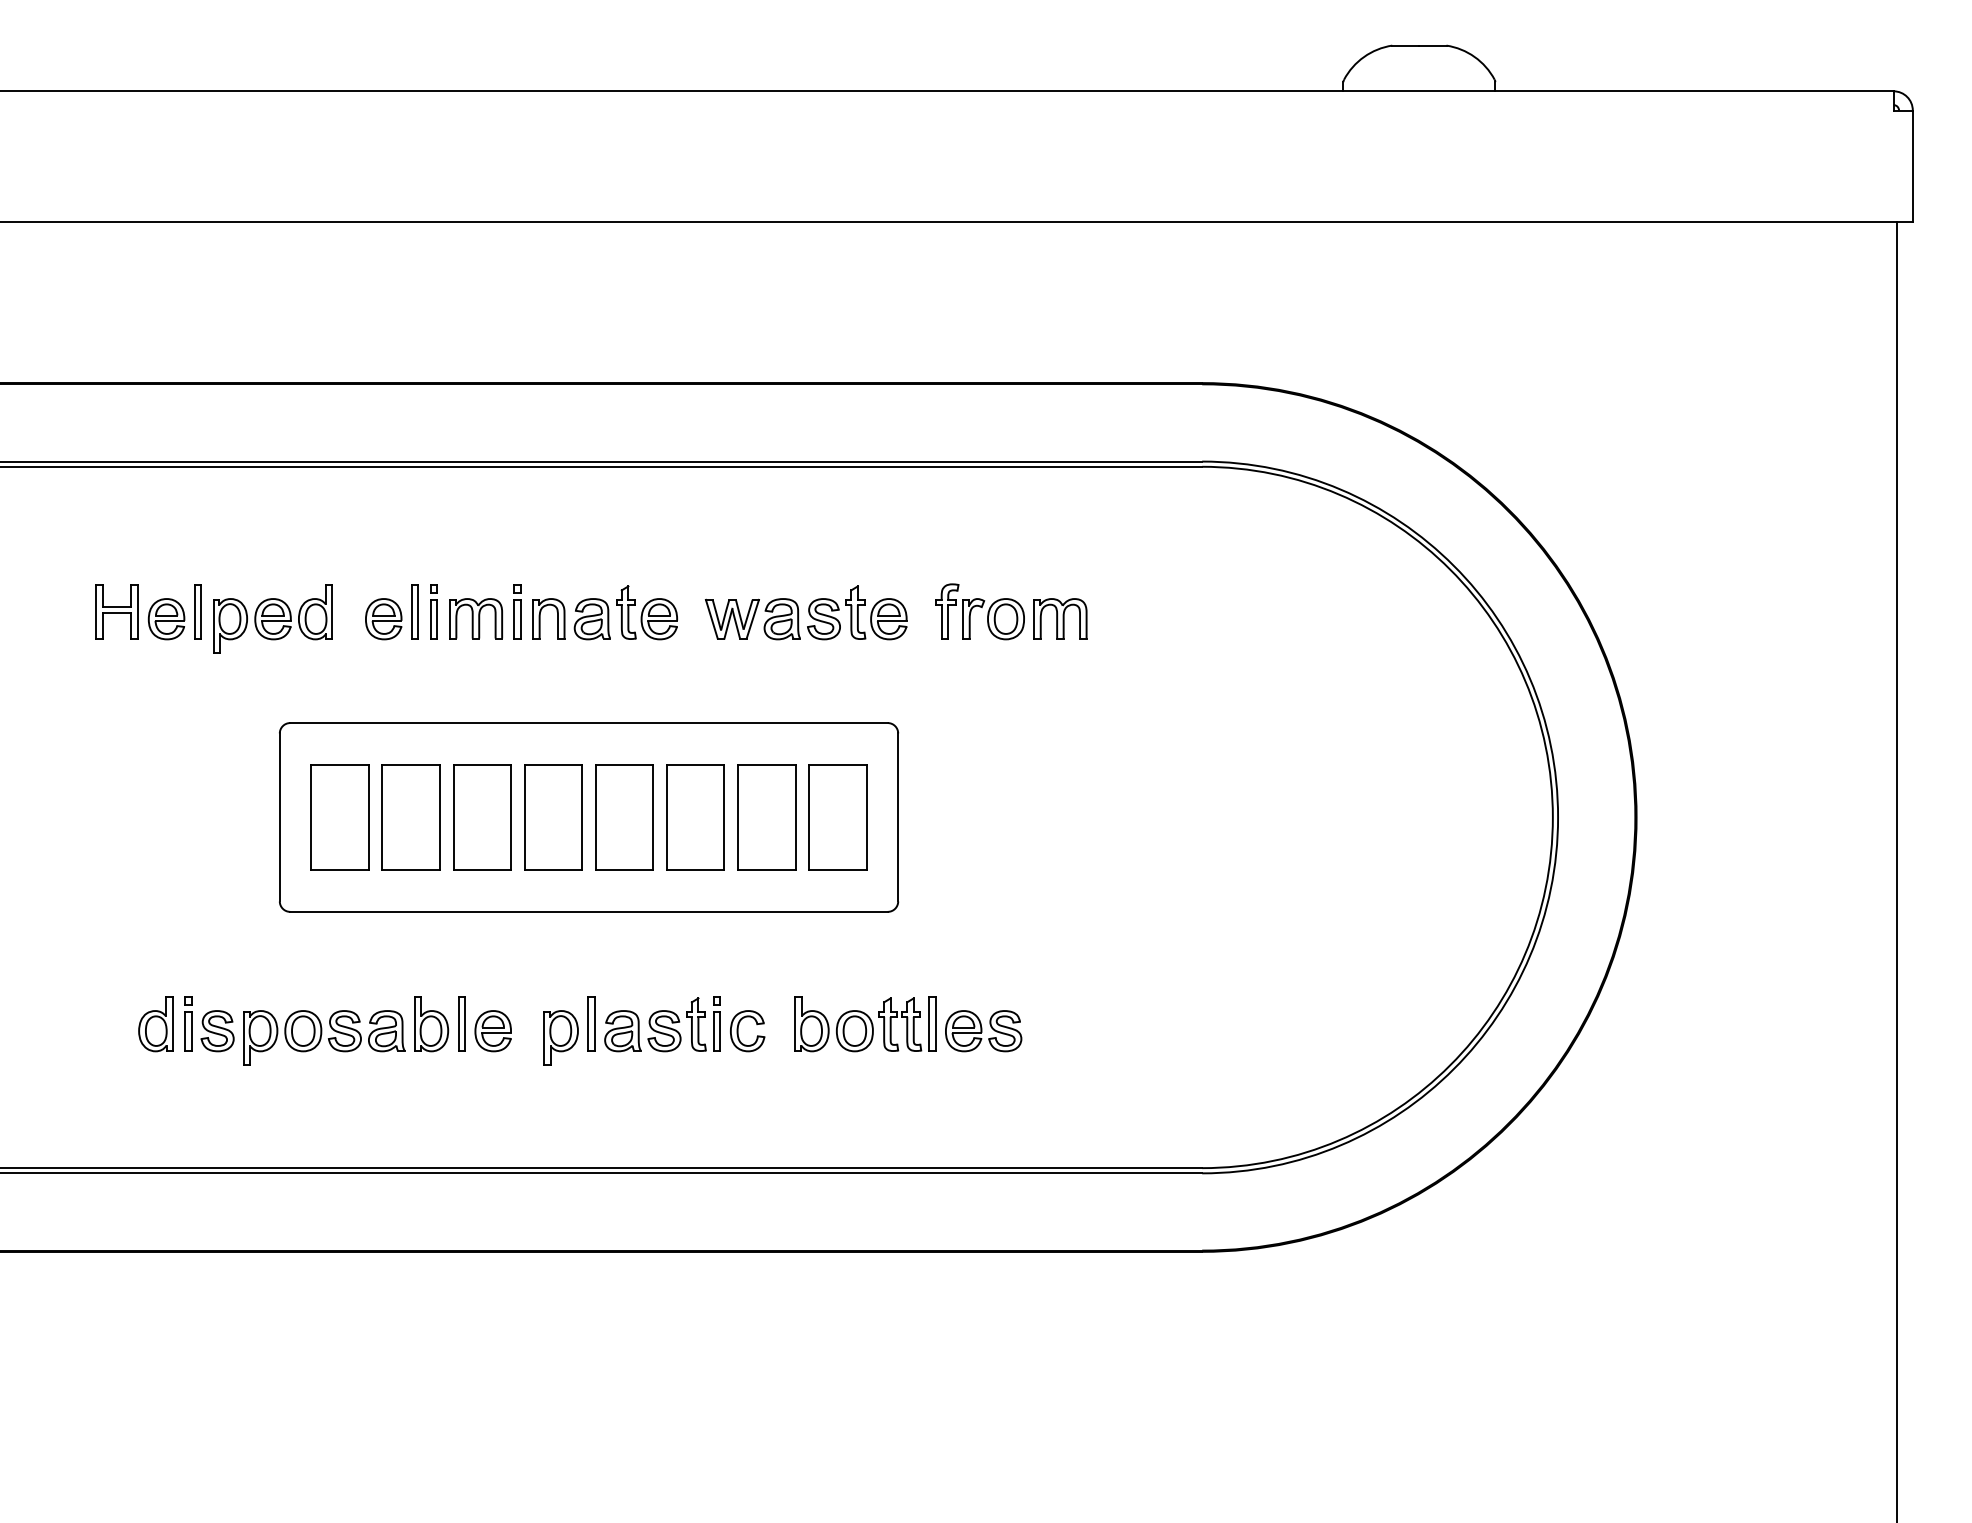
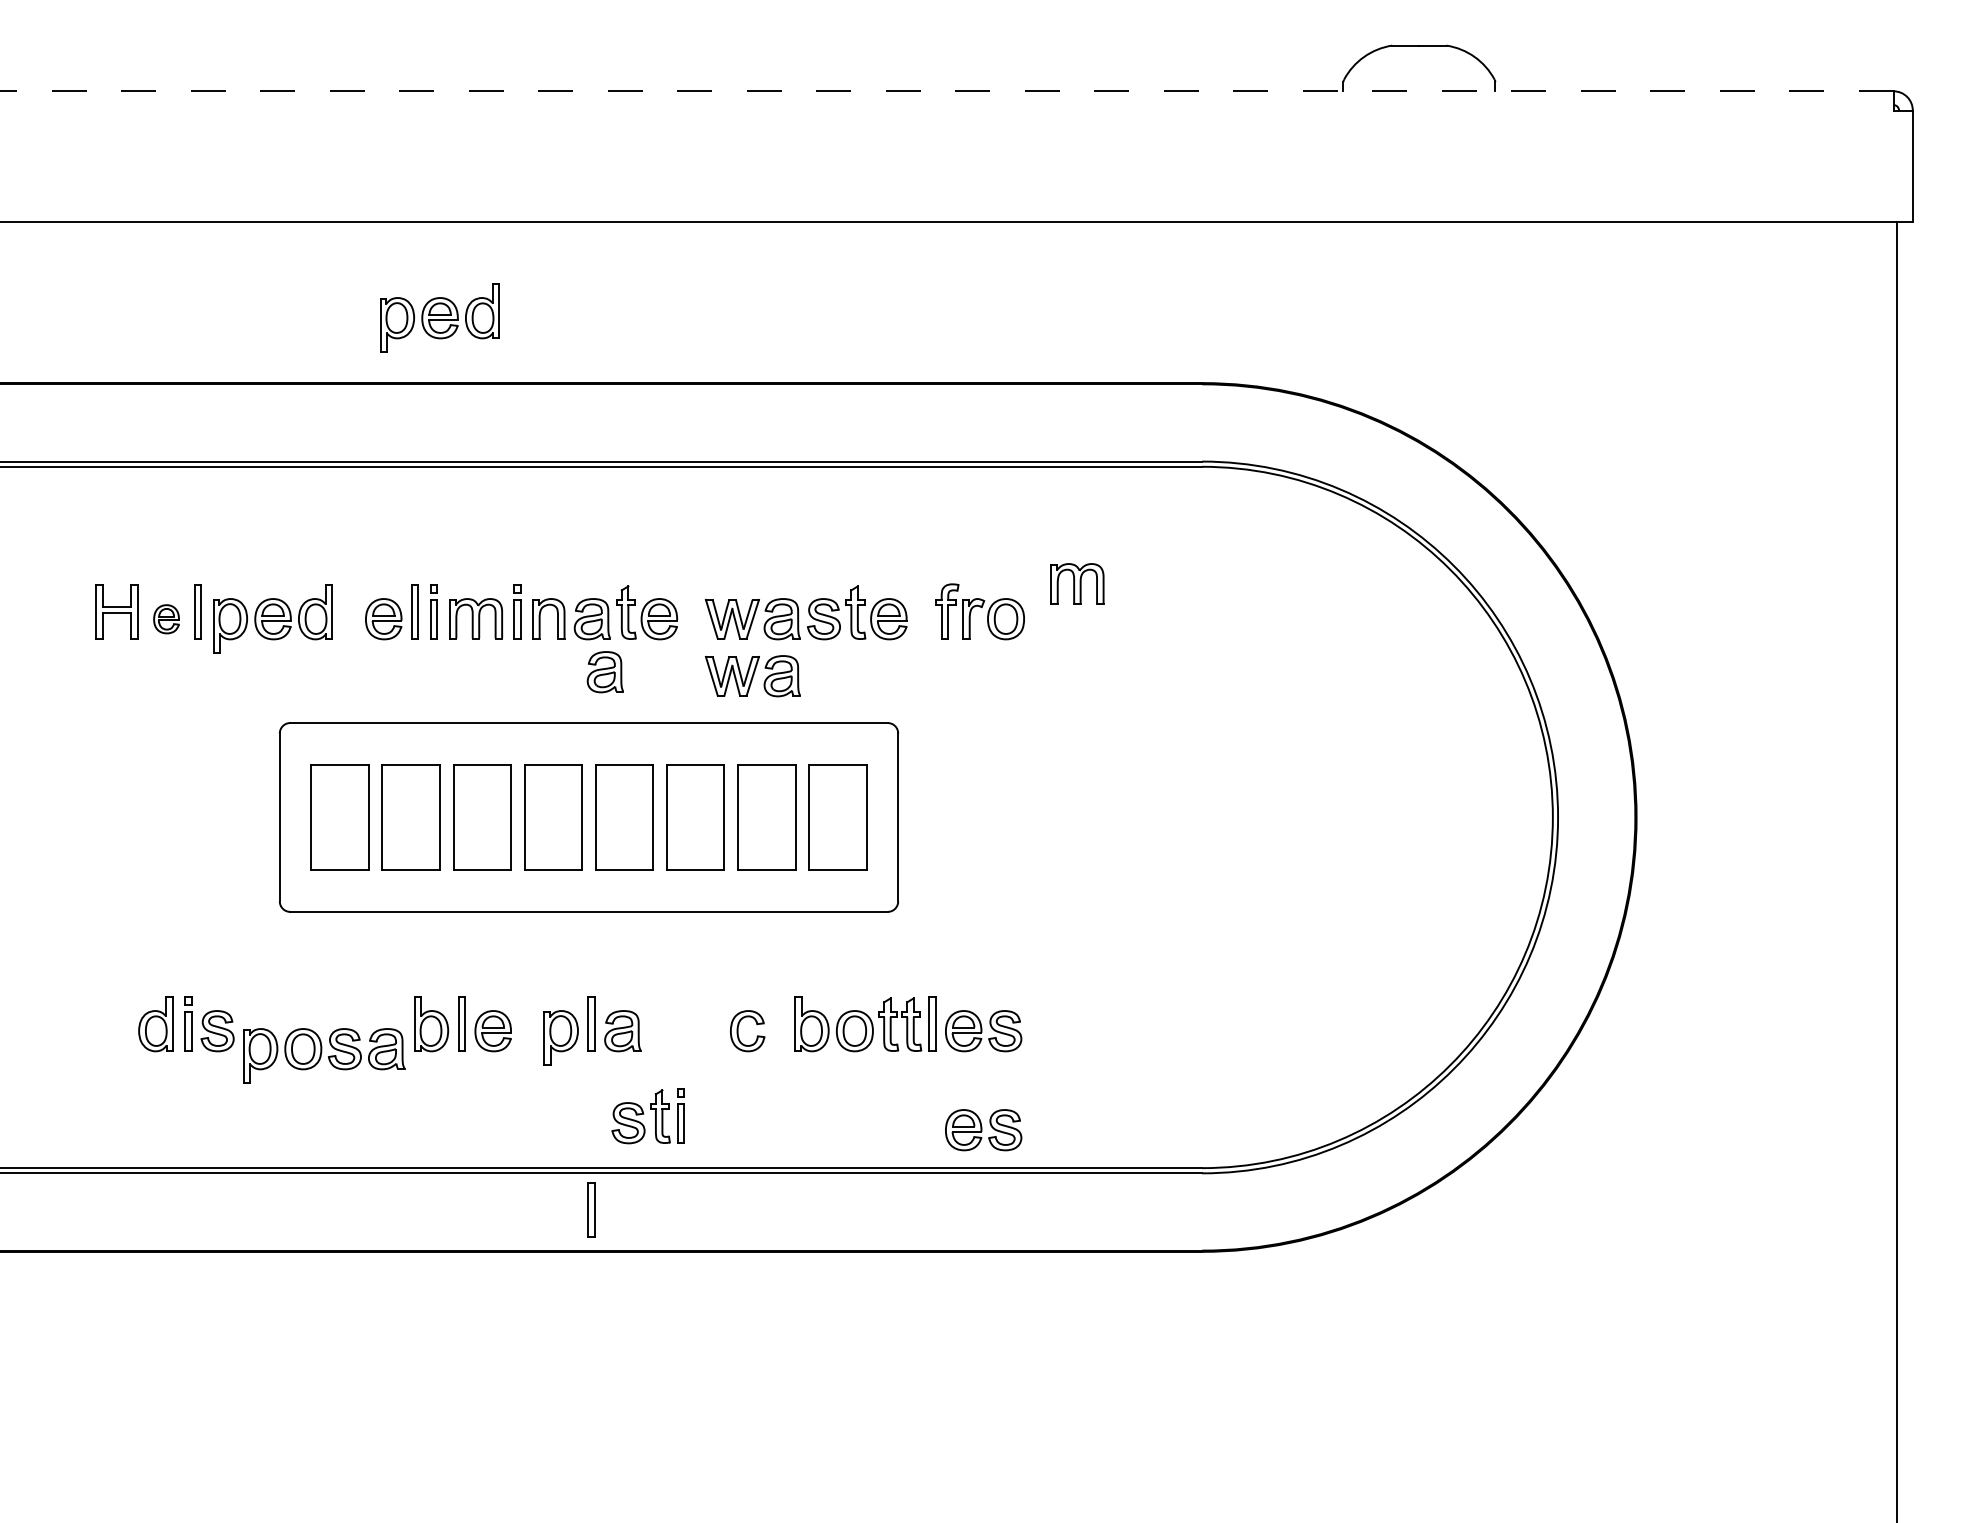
line at (946, 91): solid -> dashed
part at (439, 317): none -> present
part at (1060, 618) position: (1060, 618) -> (1077, 583)
part at (166, 619) size: 39x43 px -> 27x31 px
part at (604, 672): none -> present
part at (752, 676): none -> present
part at (683, 1024) position: (683, 1024) -> (647, 1116)
part at (324, 1037) position: (324, 1037) -> (324, 1055)
part at (983, 1130): none -> present
part at (591, 1209): none -> present
